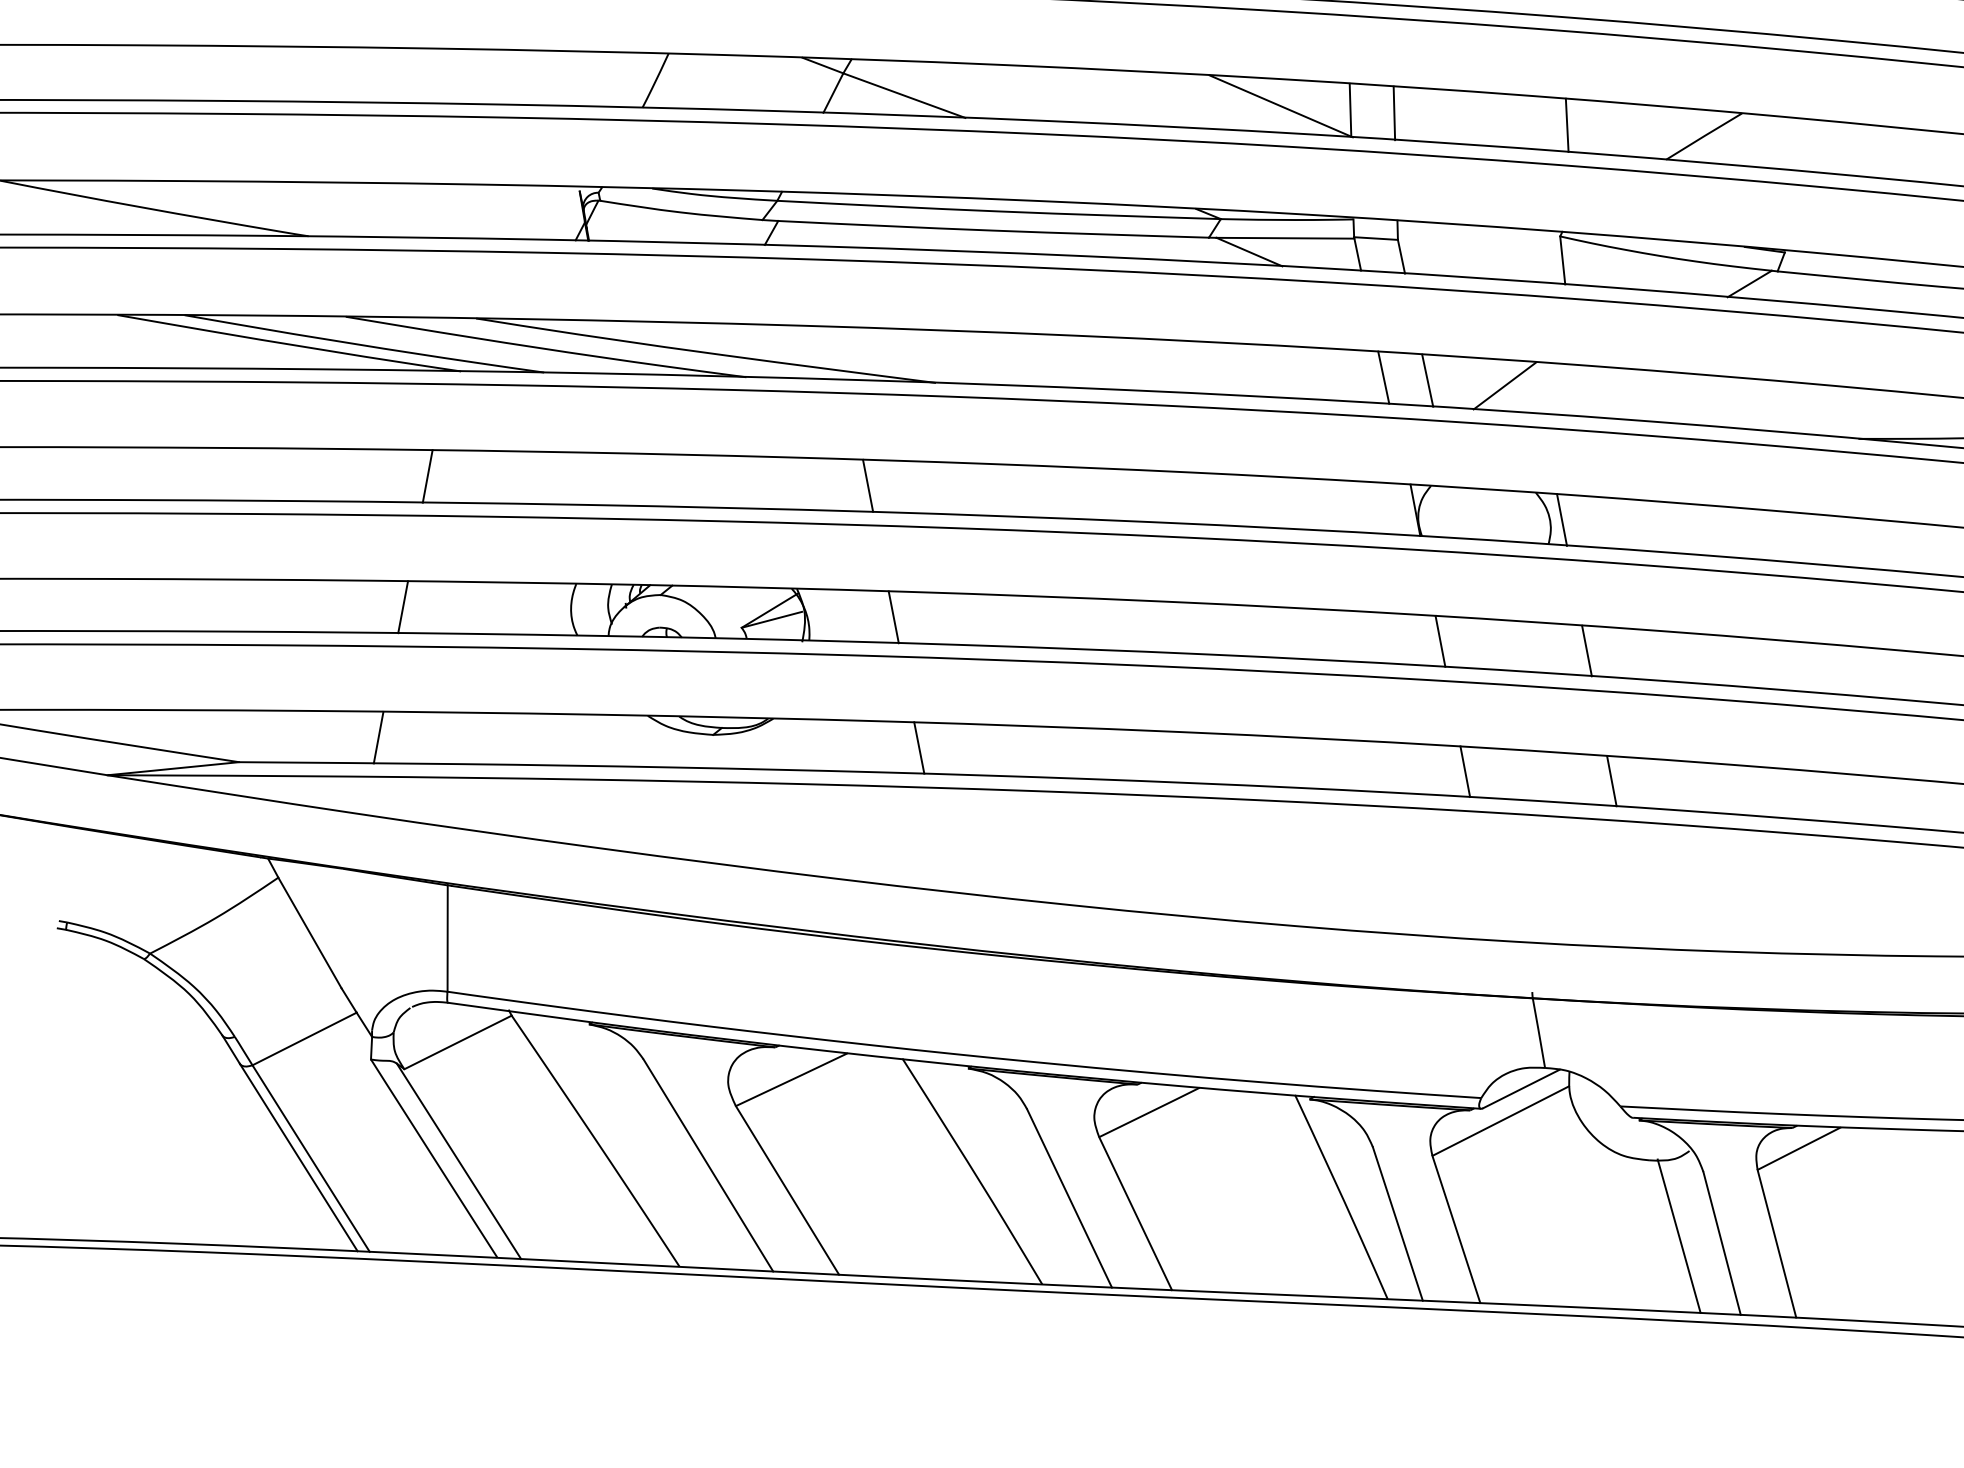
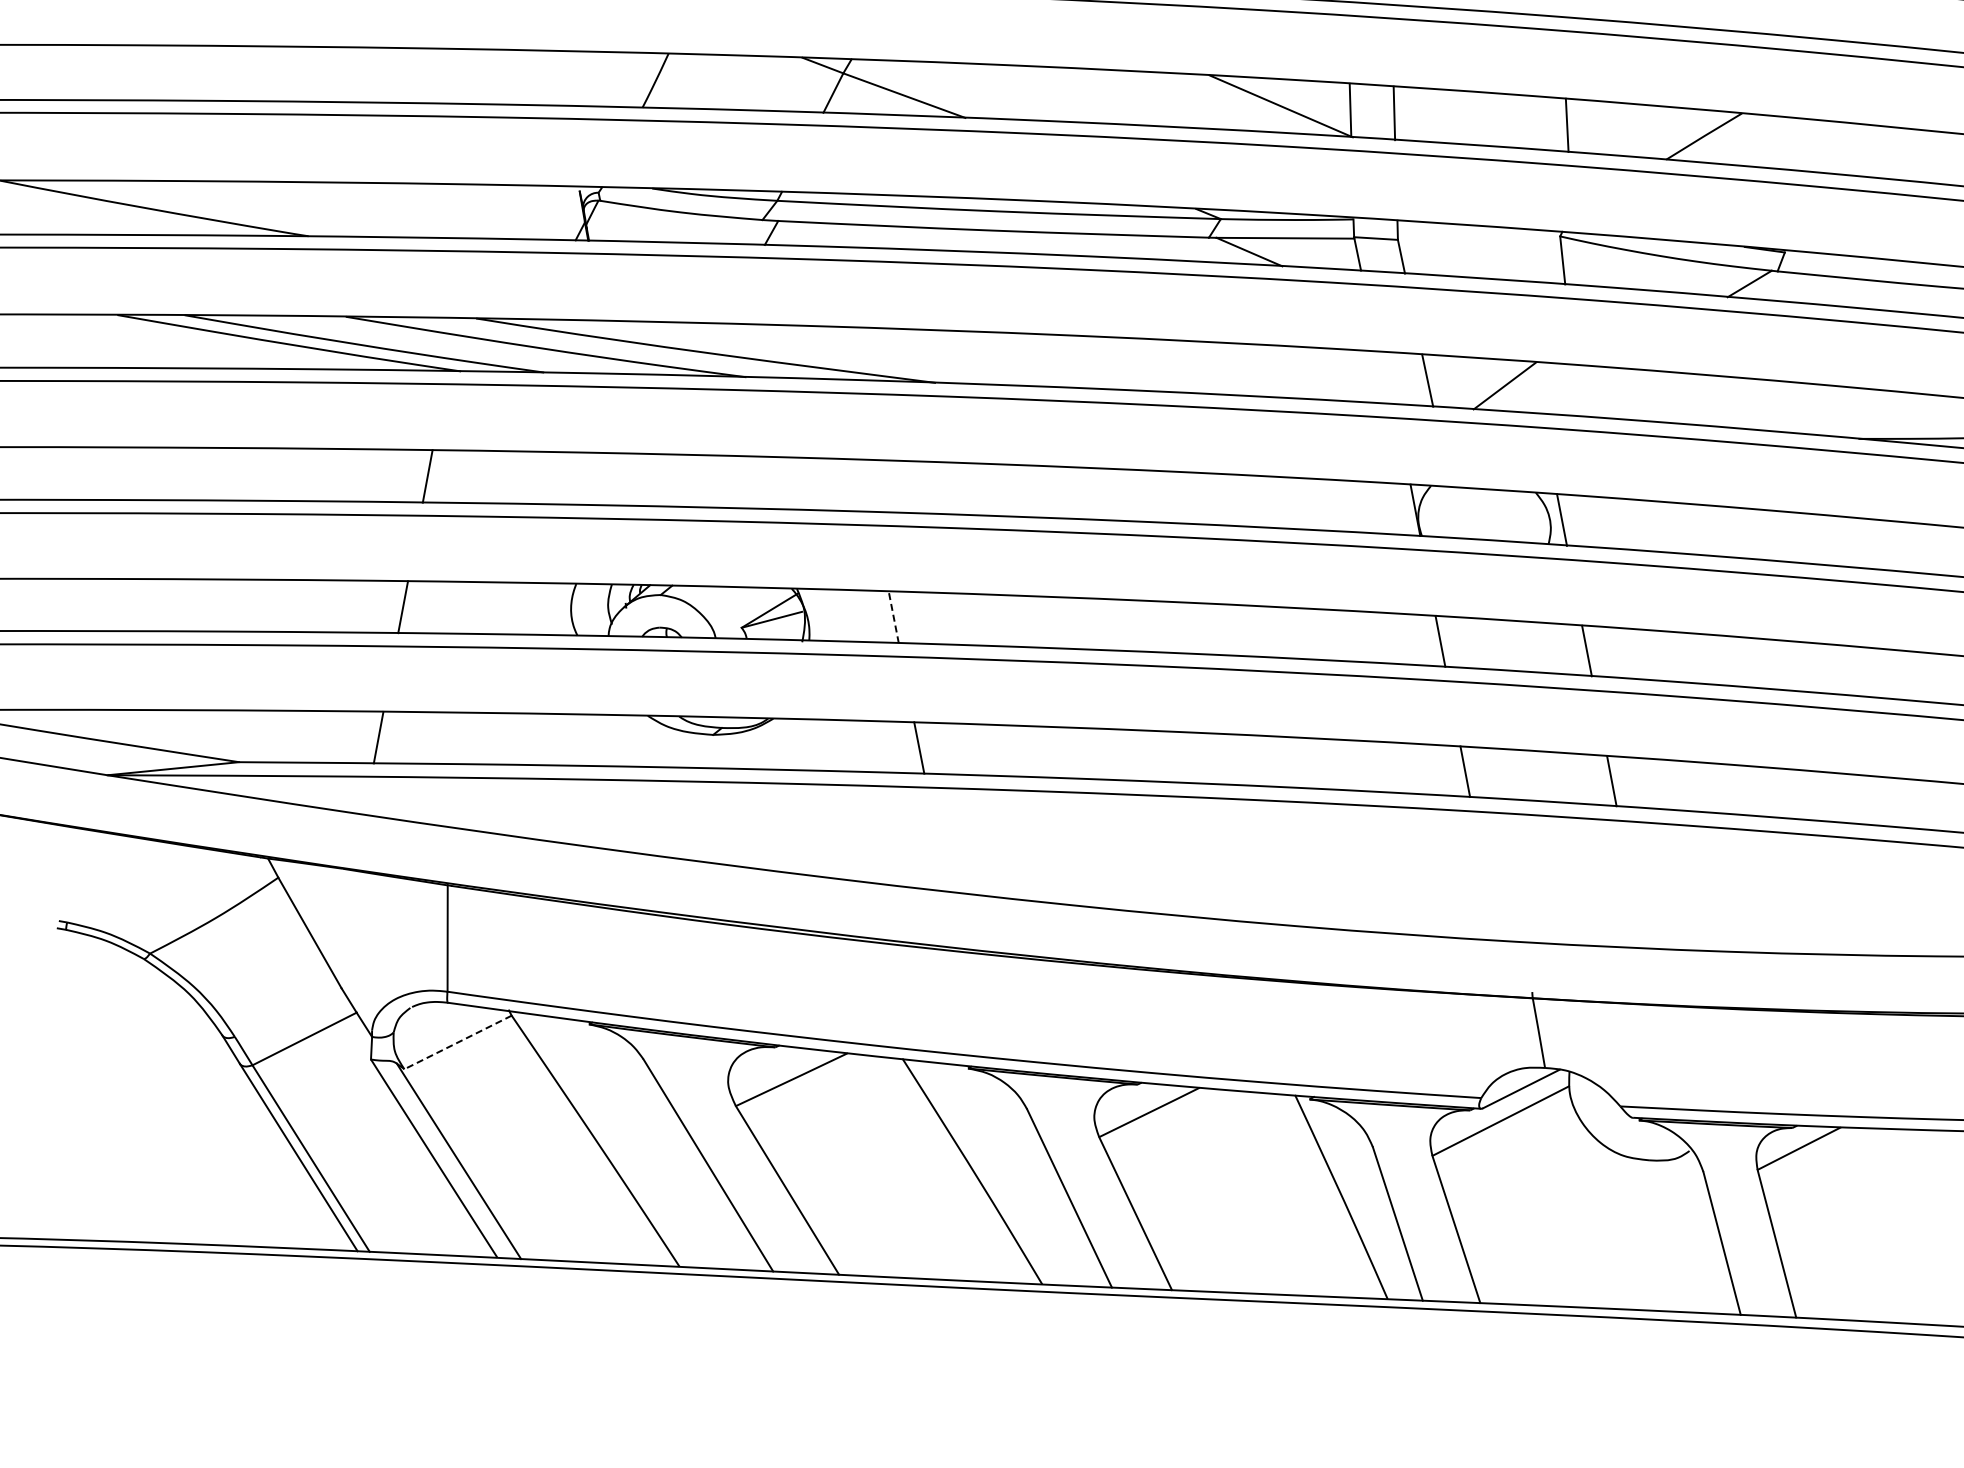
line at (1383, 377): present -> none
line at (868, 485): present -> none
line at (893, 616): solid -> dashed
line at (458, 1042): solid -> dashed
line at (1678, 1235): present -> none
